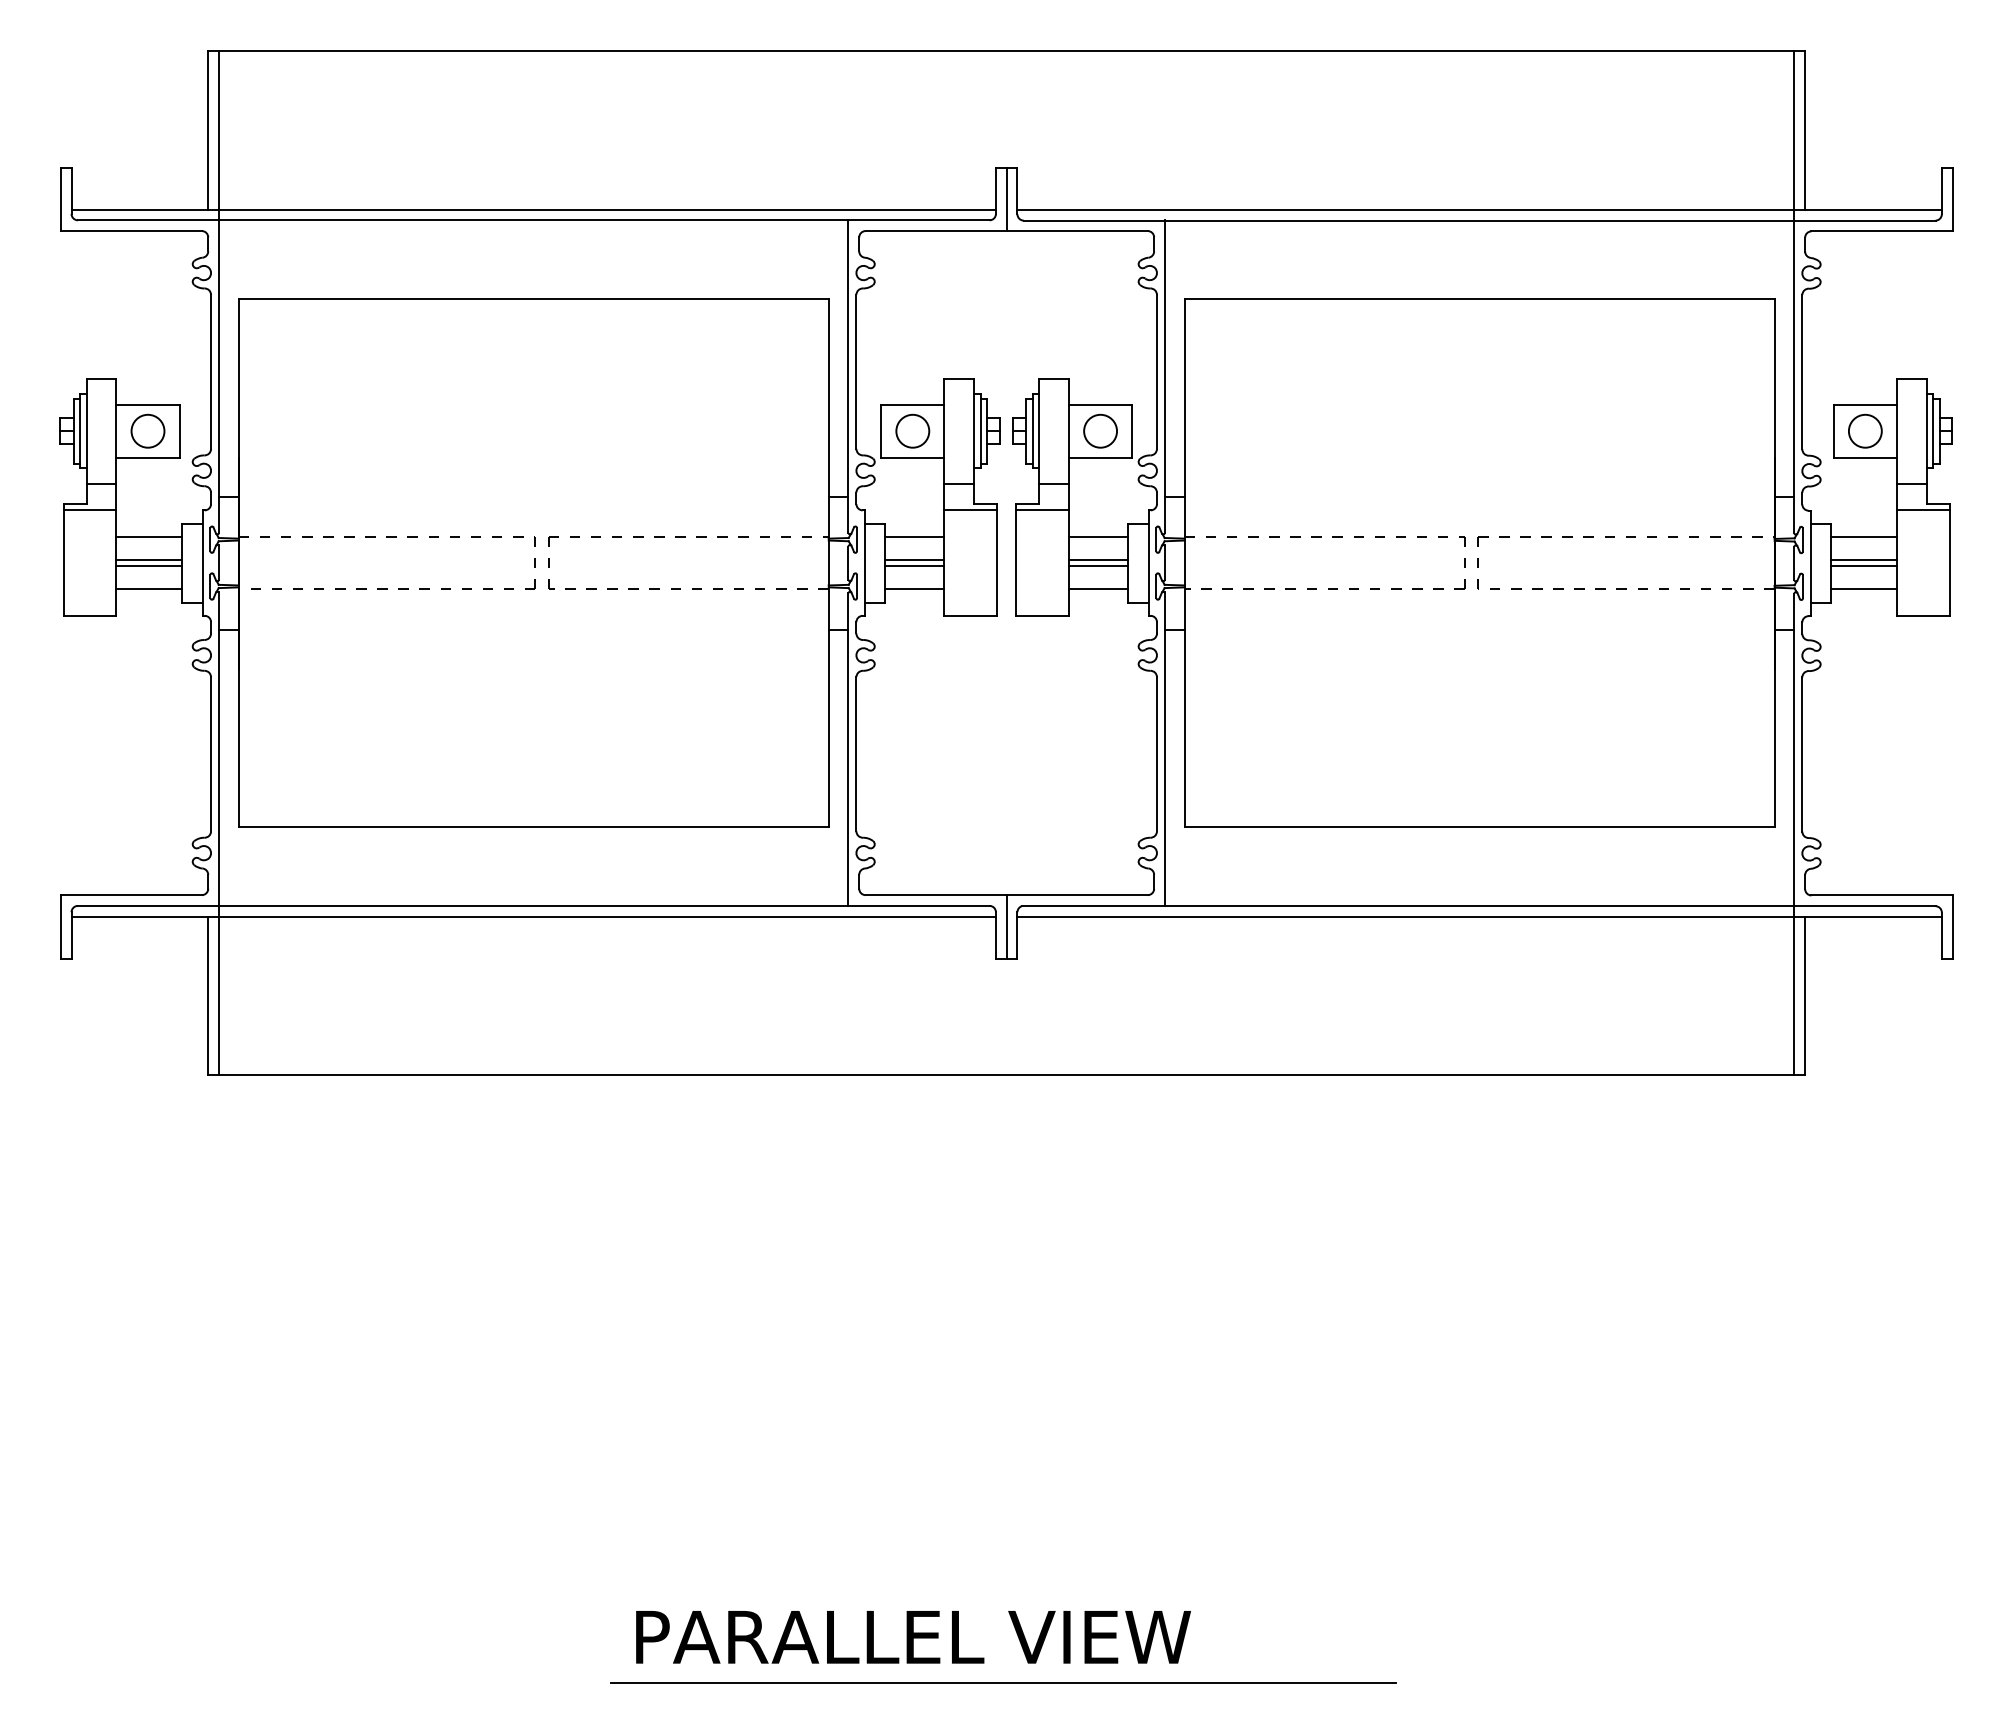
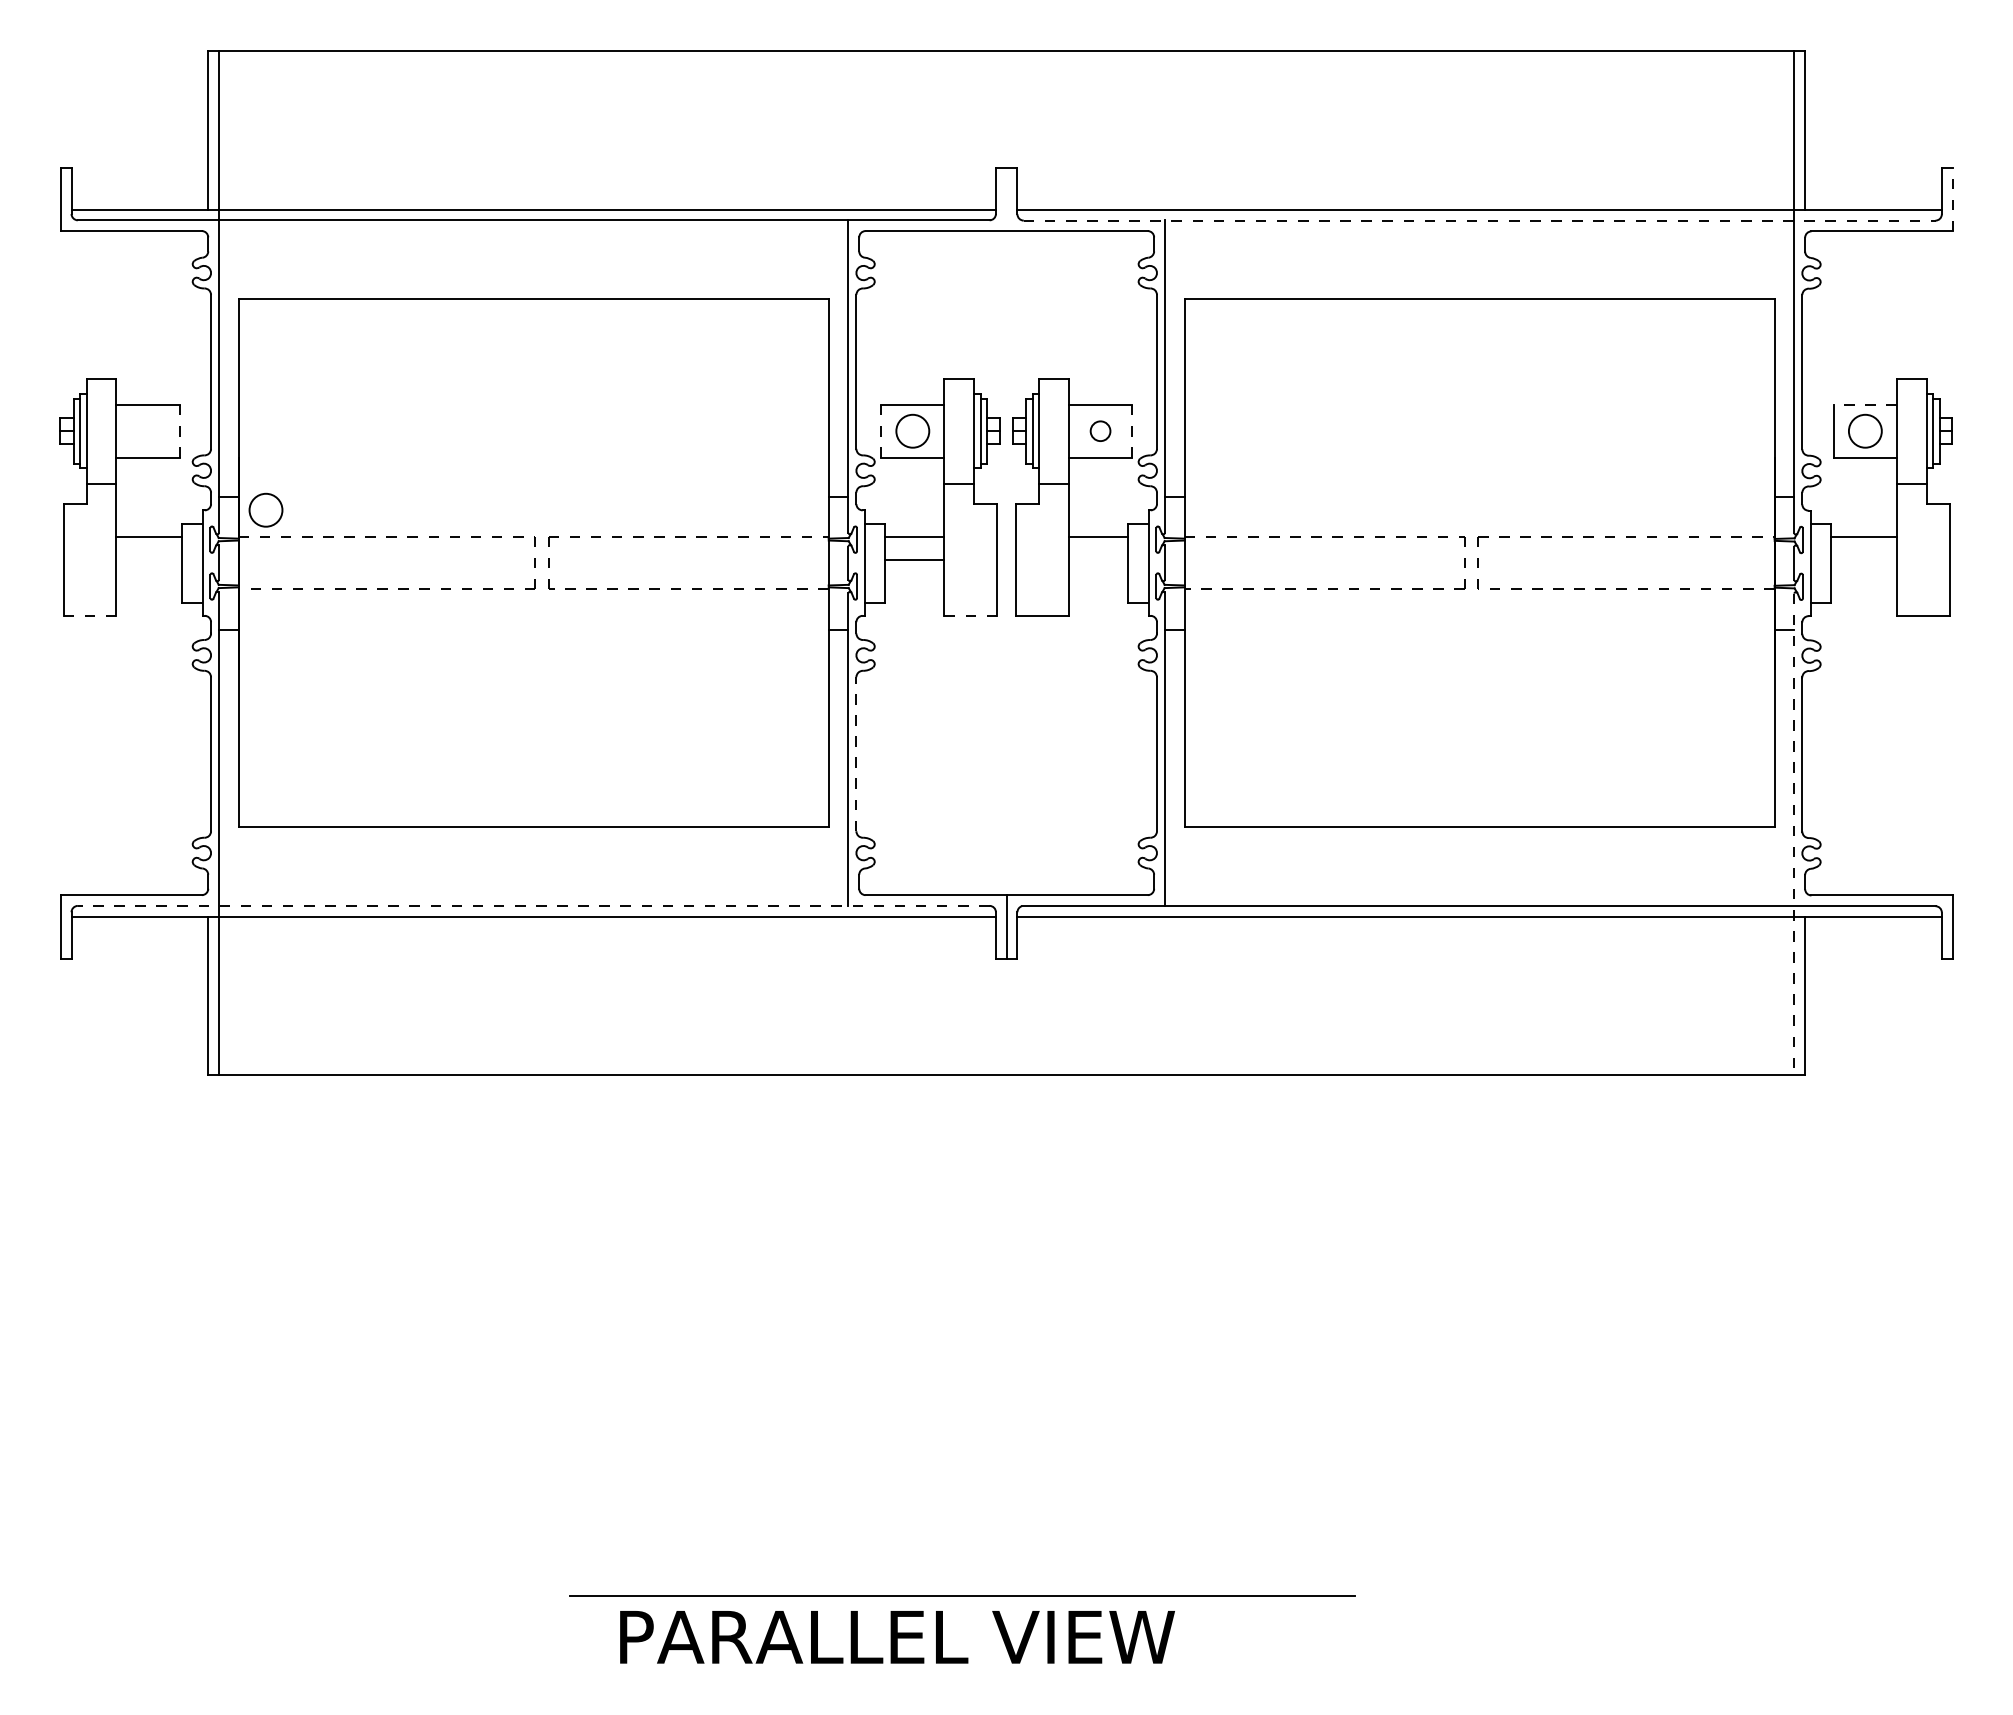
line at (1006, 199): present -> none
line at (1952, 199): solid -> dashed
line at (1479, 220): solid -> dashed
line at (1865, 404): solid -> dashed
circle at (147, 430) position: (147, 430) -> (265, 509)
circle at (1100, 430) diameter: 33 px -> 20 px
line at (179, 431): solid -> dashed
line at (881, 431): solid -> dashed
line at (1132, 431): solid -> dashed
line at (89, 510): present -> none
line at (970, 510): present -> none
line at (1042, 510): present -> none
line at (1923, 510): present -> none
line at (149, 559): present -> none
line at (1098, 559): present -> none
line at (1864, 559): present -> none
line at (149, 566): present -> none
line at (914, 566): present -> none
line at (1098, 566): present -> none
line at (1864, 566): present -> none
line at (149, 589): present -> none
line at (914, 589): present -> none
line at (1098, 589): present -> none
line at (1864, 589): present -> none
line at (89, 615): solid -> dashed
line at (971, 615): solid -> dashed
line at (856, 754): solid -> dashed
line at (1794, 834): solid -> dashed
line at (533, 905): solid -> dashed
text at (913, 1637) position: (913, 1637) -> (897, 1637)
line at (1003, 1682) position: (1003, 1682) -> (962, 1595)
